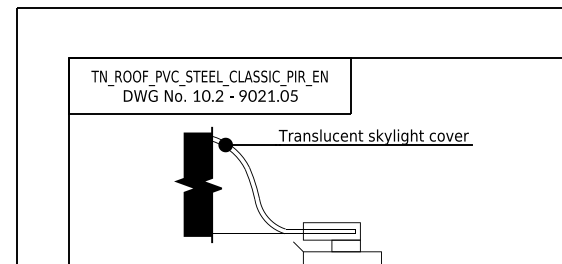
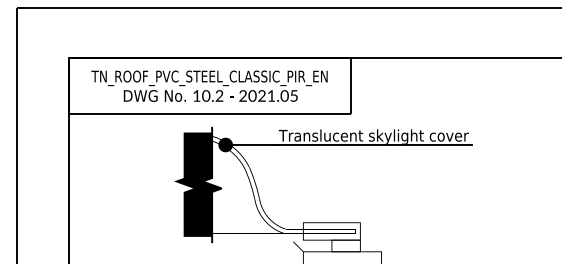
text at (242, 96): 9021.05 -> 2021.05
